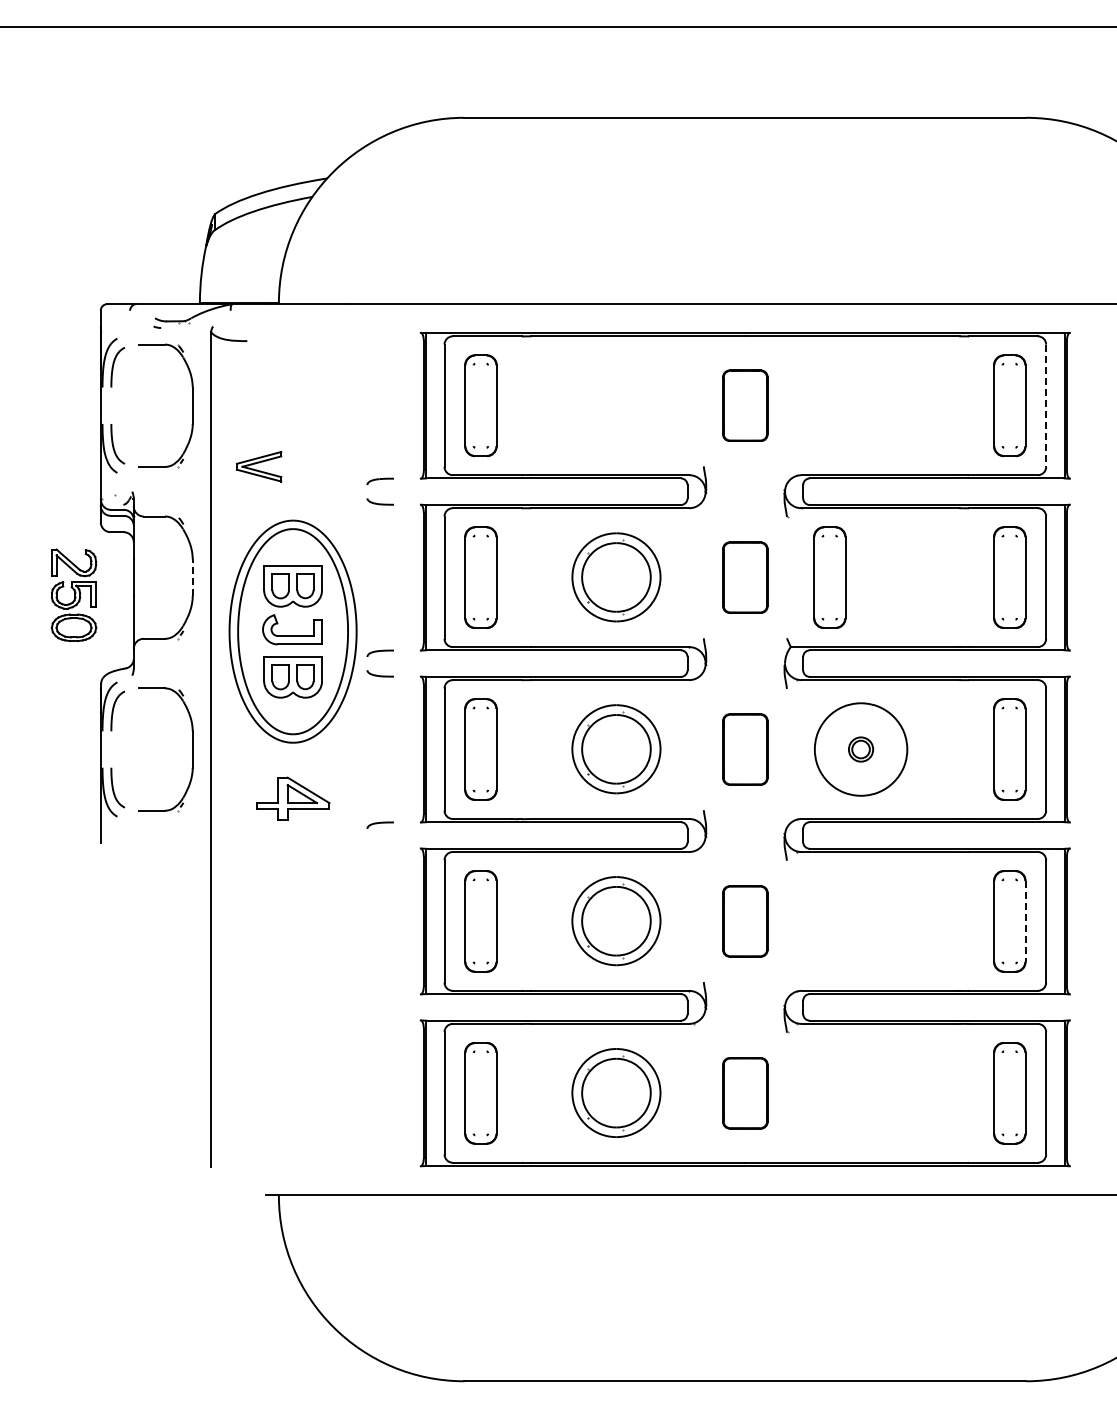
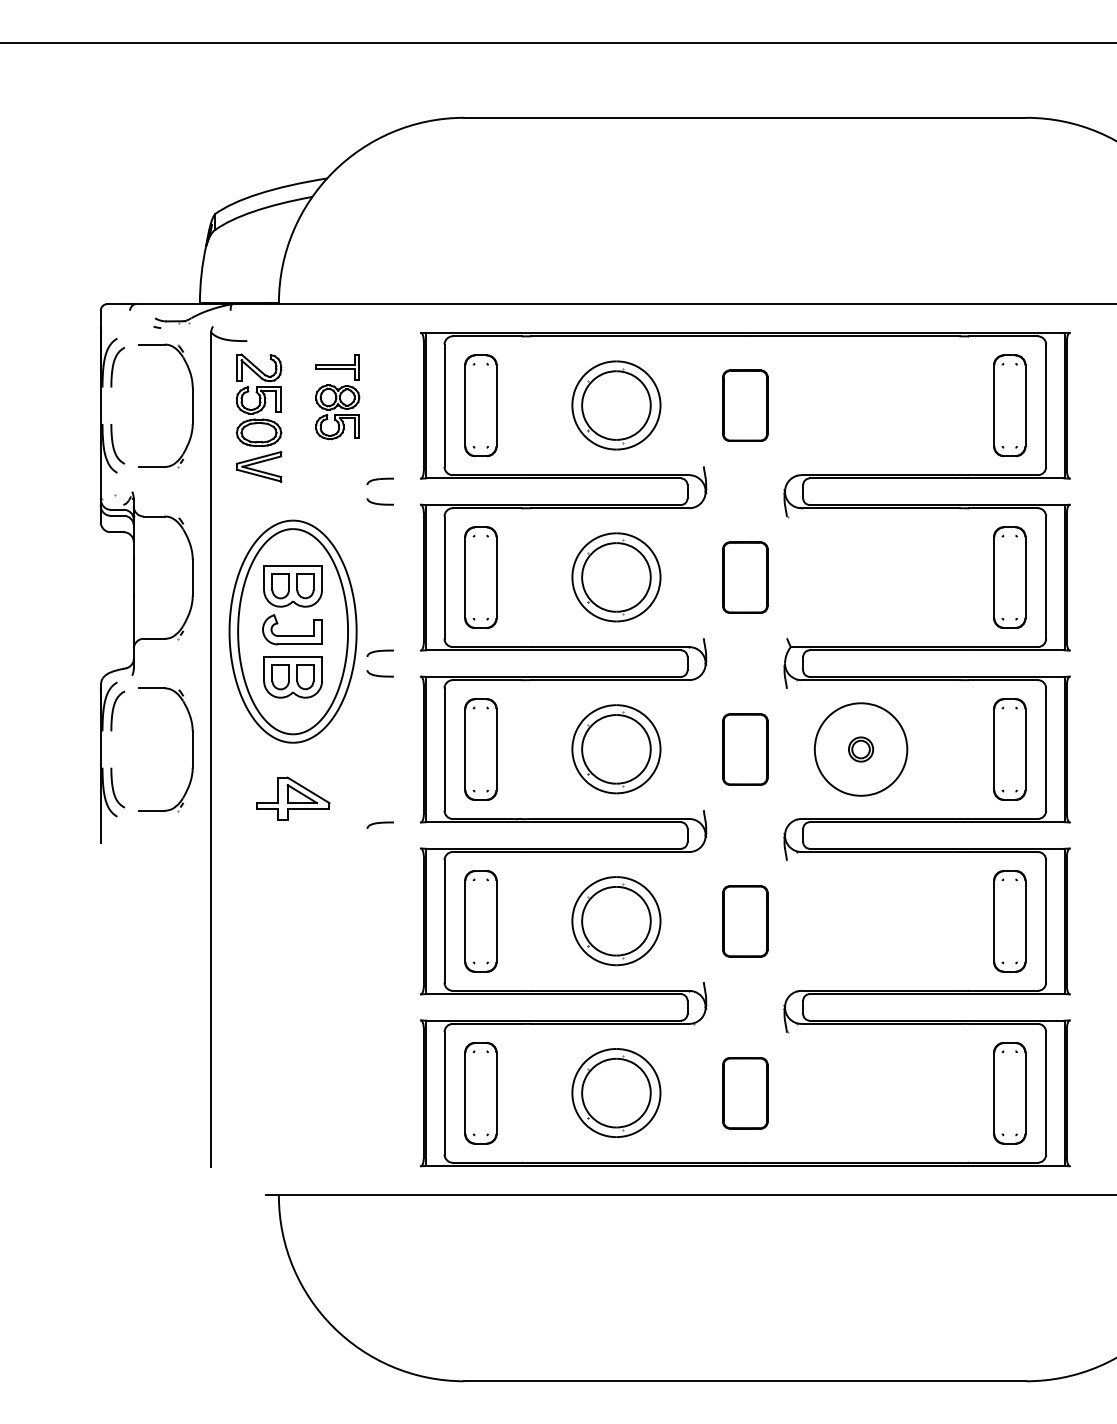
line at (557, 26) position: (557, 26) -> (557, 42)
part at (337, 397): none -> present
part at (616, 405): none -> present
line at (1046, 406): dashed -> solid
line at (192, 577): dashed -> solid
part at (829, 577): present -> none
part at (73, 594) position: (73, 594) -> (258, 399)
line at (1025, 921): dashed -> solid
